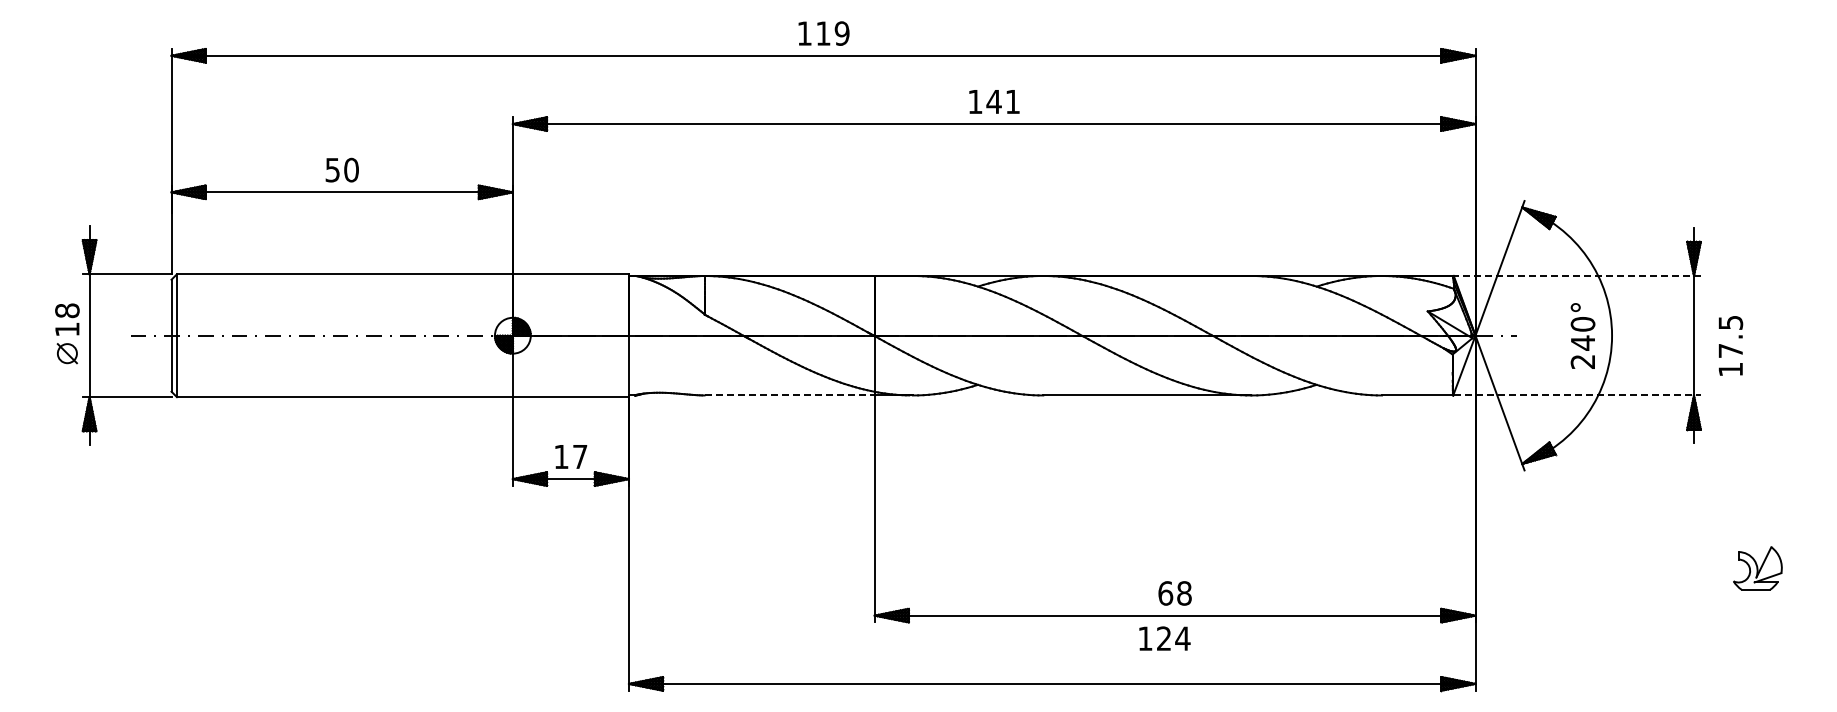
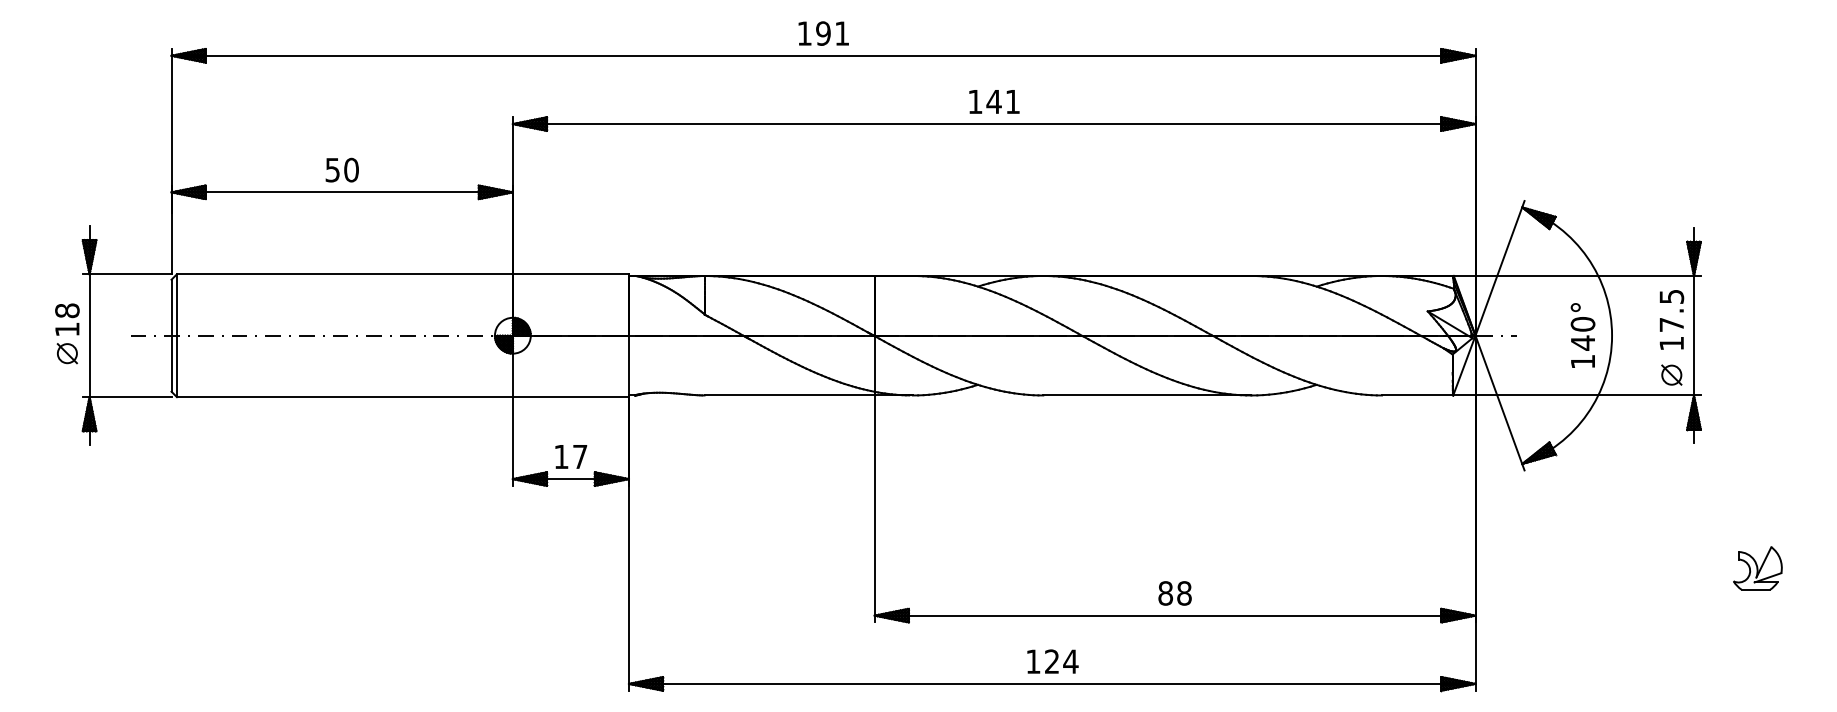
text at (832, 33): 119 -> 191
line at (1577, 275): dashed -> solid
text at (1730, 345) position: (1730, 345) -> (1671, 319)
text at (1582, 361): 240° -> 140°
part at (1671, 374): none -> present
line at (790, 395): dashed -> solid
line at (1577, 395): dashed -> solid
text at (1165, 593): 68 -> 88
text at (1164, 638) position: (1164, 638) -> (1052, 661)
